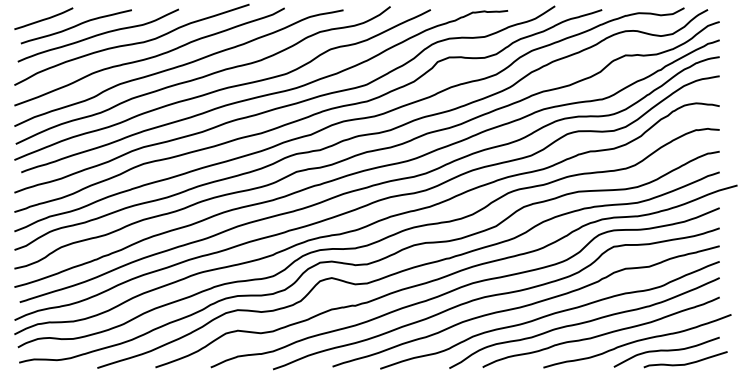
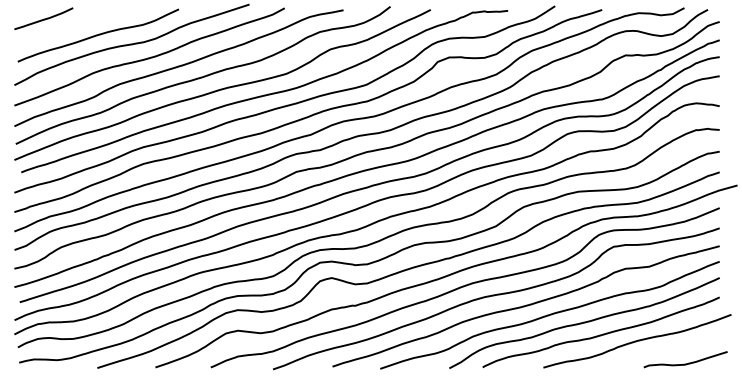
curve at (75, 26): present -> none
curve at (666, 351): present -> none
